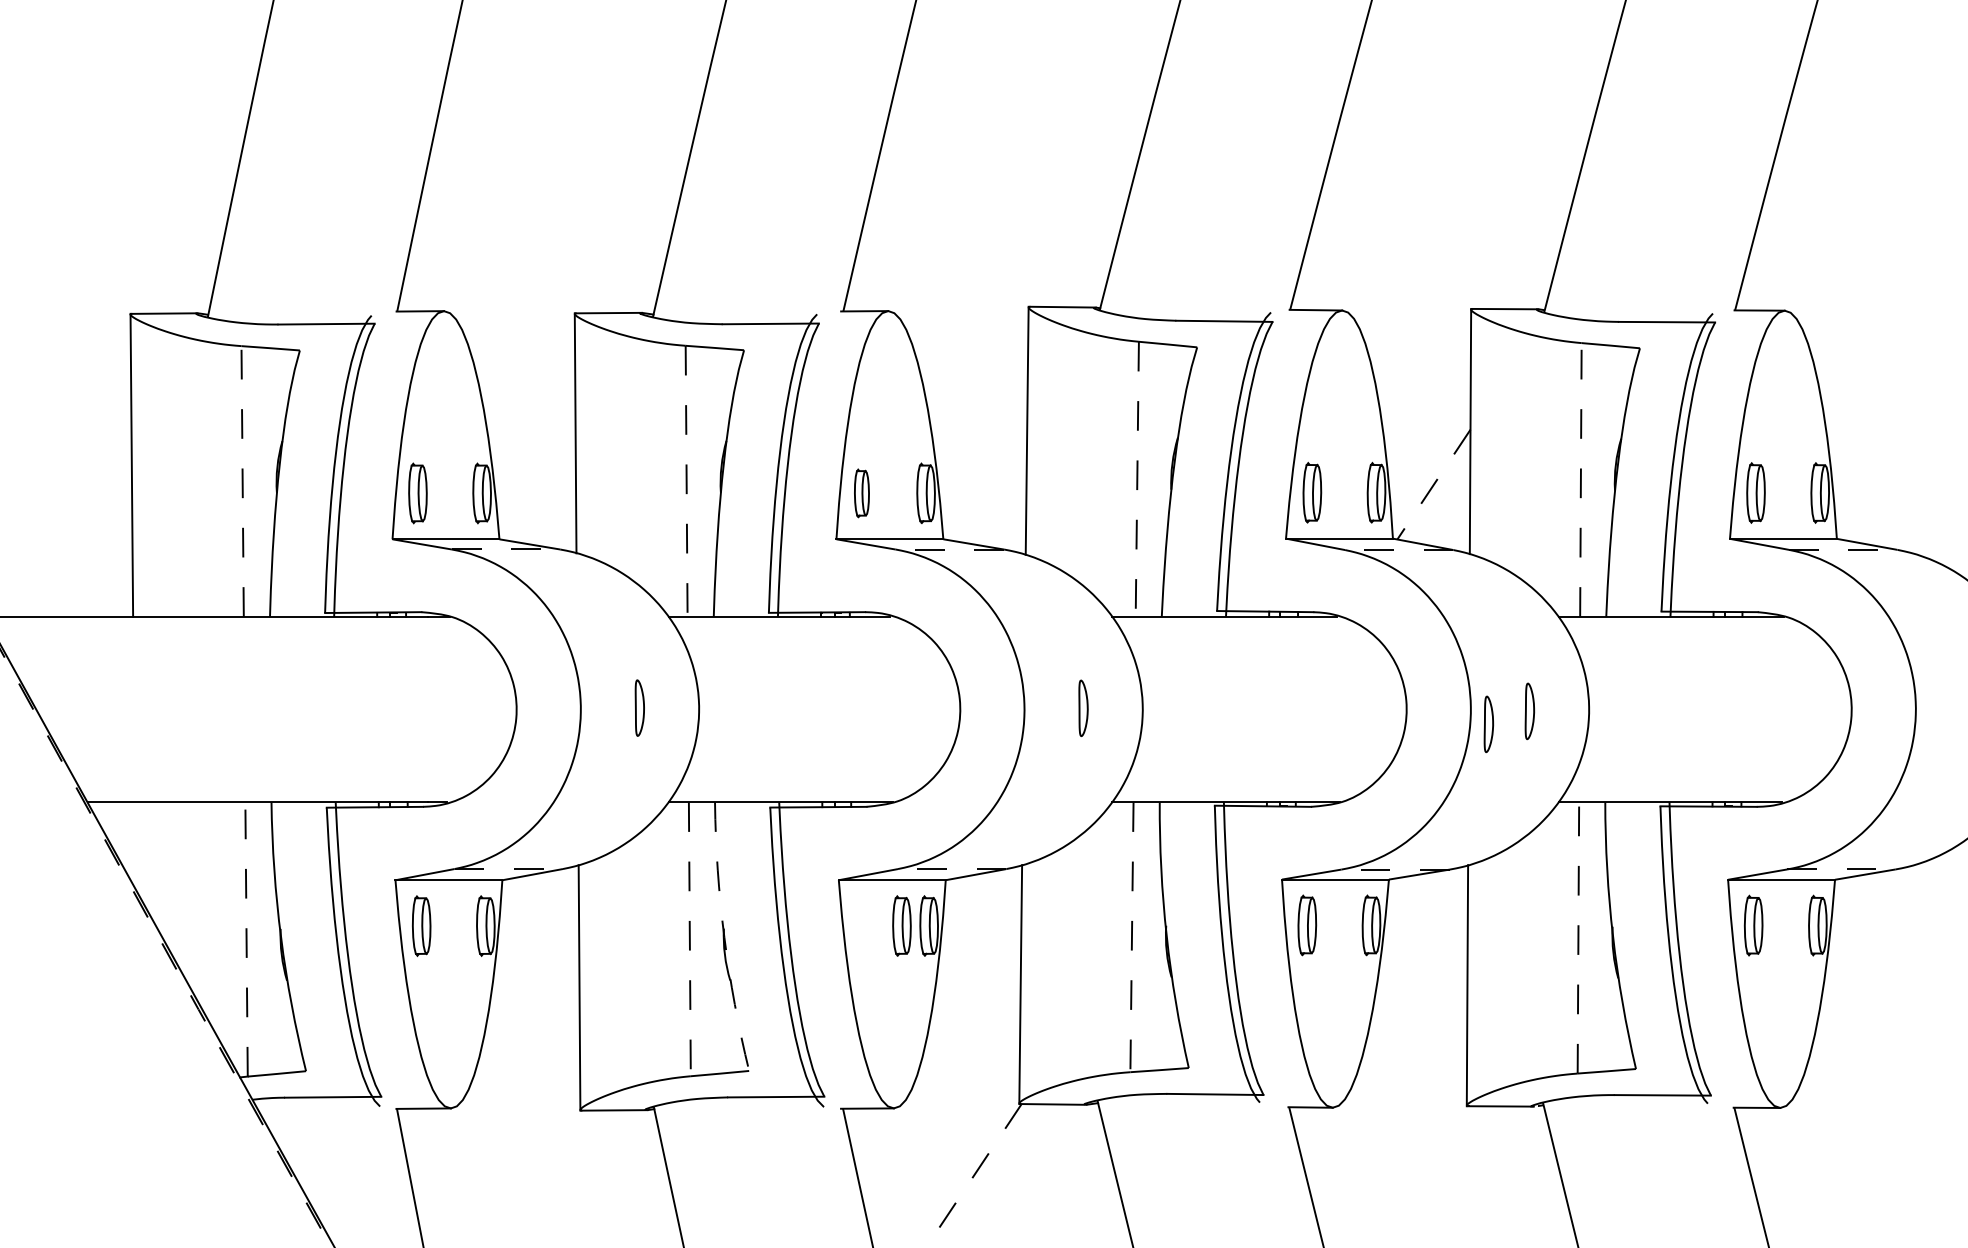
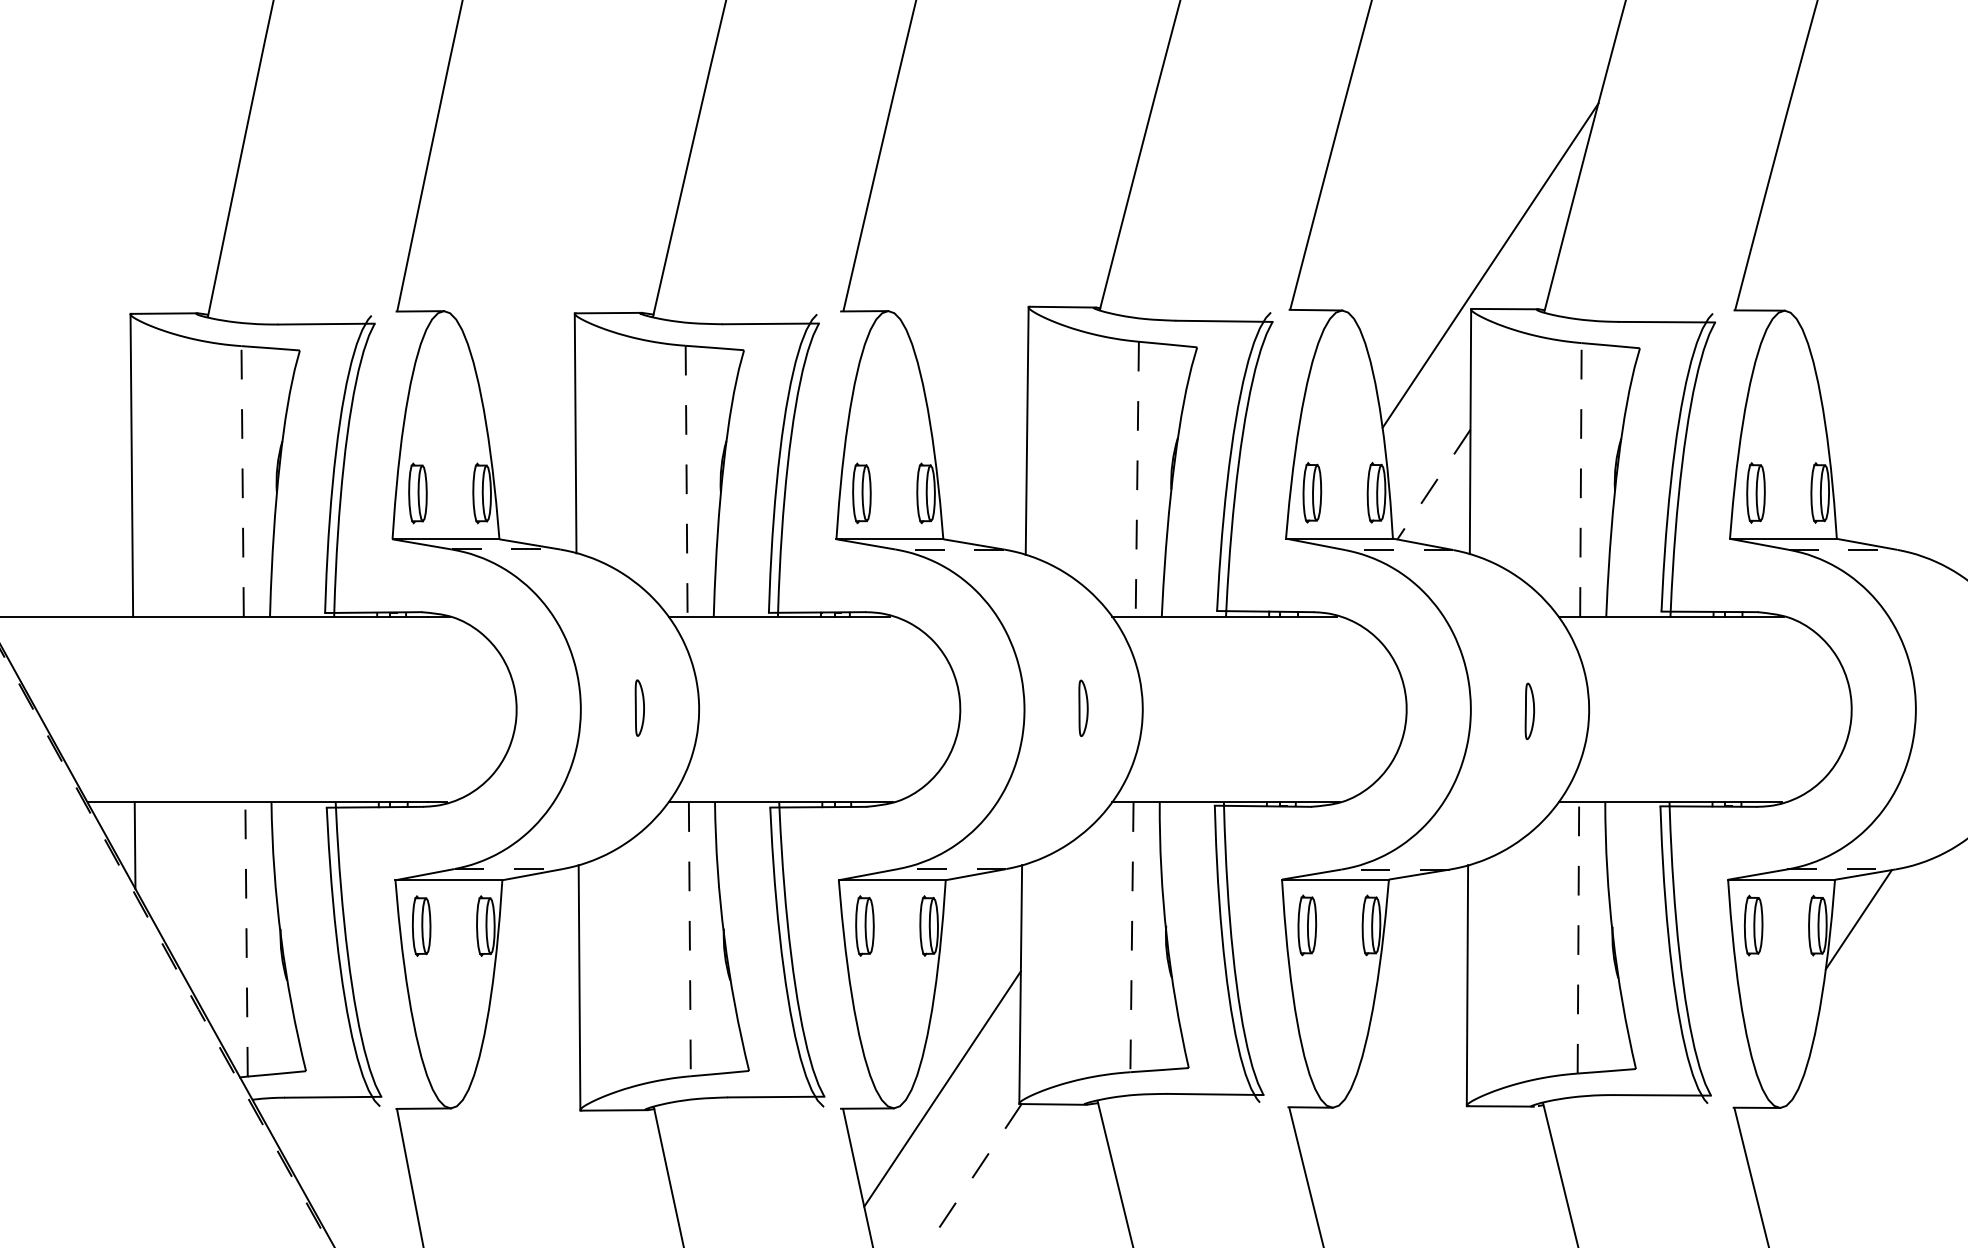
line at (1490, 265): none -> present
part at (861, 493) size: 16x51 px -> 20x63 px
part at (1488, 724): present -> none
line at (134, 845): none -> present
line at (1858, 919): none -> present
part at (901, 925) position: (901, 925) -> (864, 925)
arc at (724, 937): dashed -> solid
line at (942, 1088): none -> present
